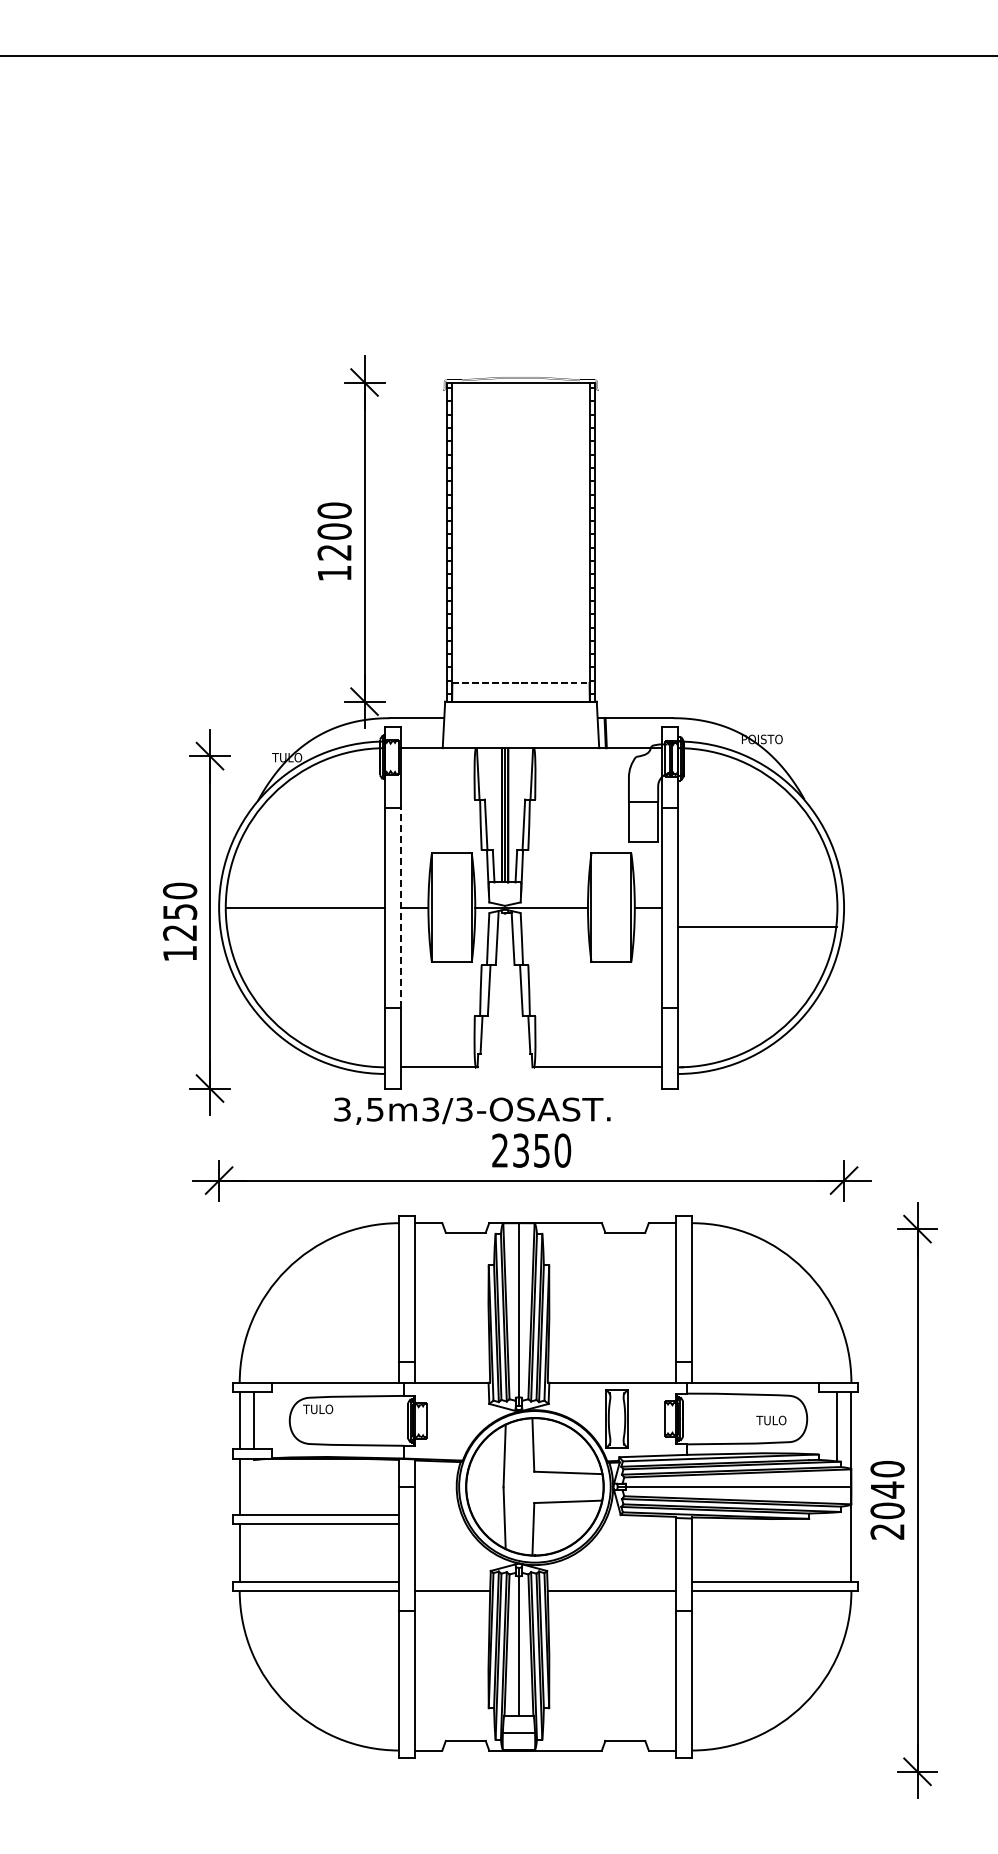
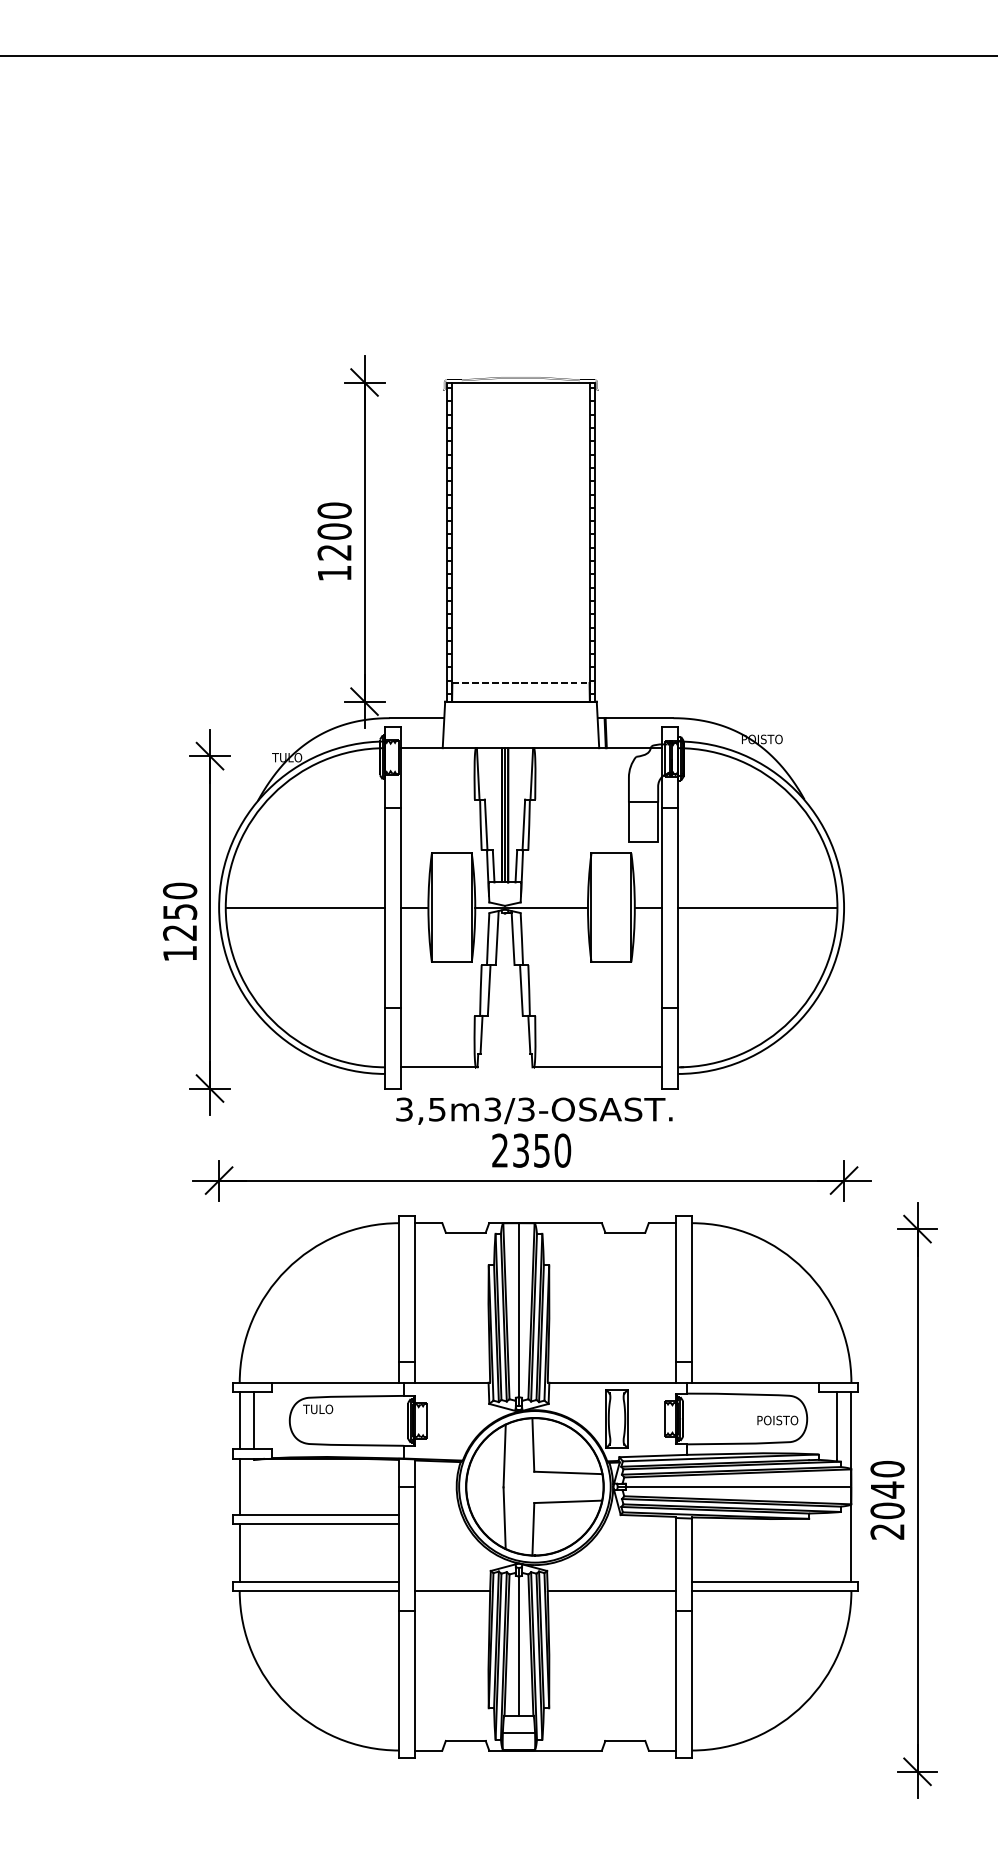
line at (401, 907): dashed -> solid
line at (757, 926) position: (757, 926) -> (757, 907)
text at (472, 1110) position: (472, 1110) -> (534, 1110)
text at (777, 1420): TULO -> POISTO
